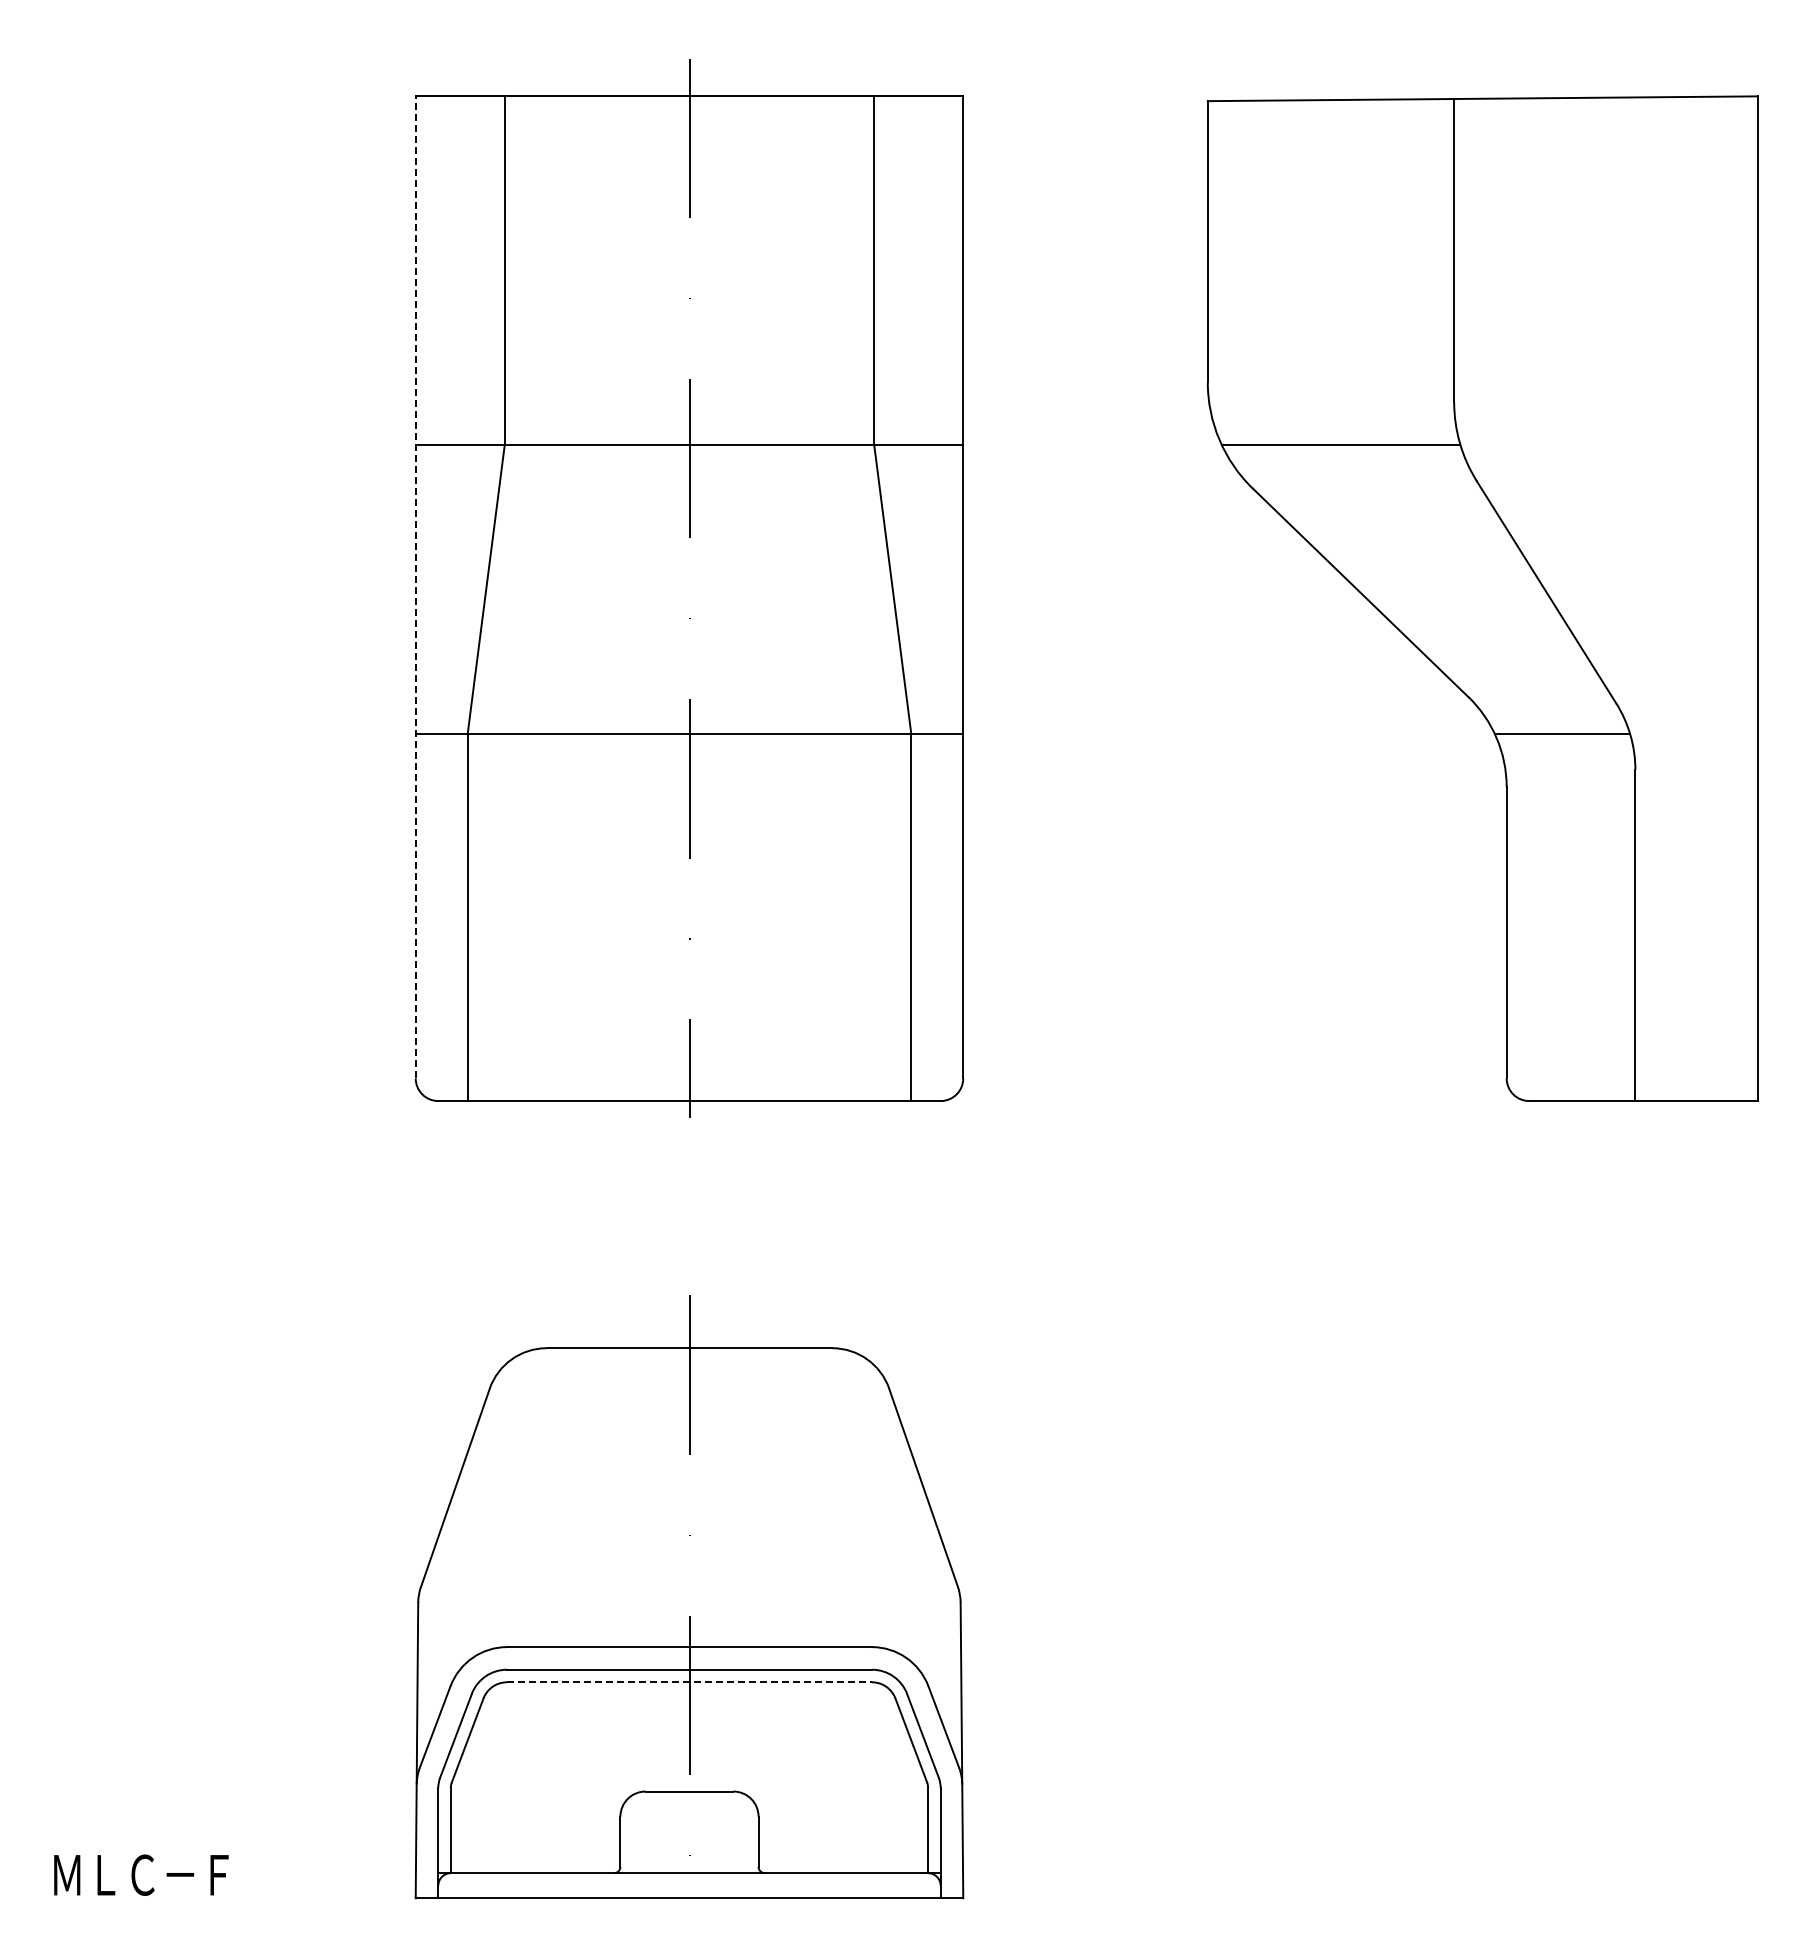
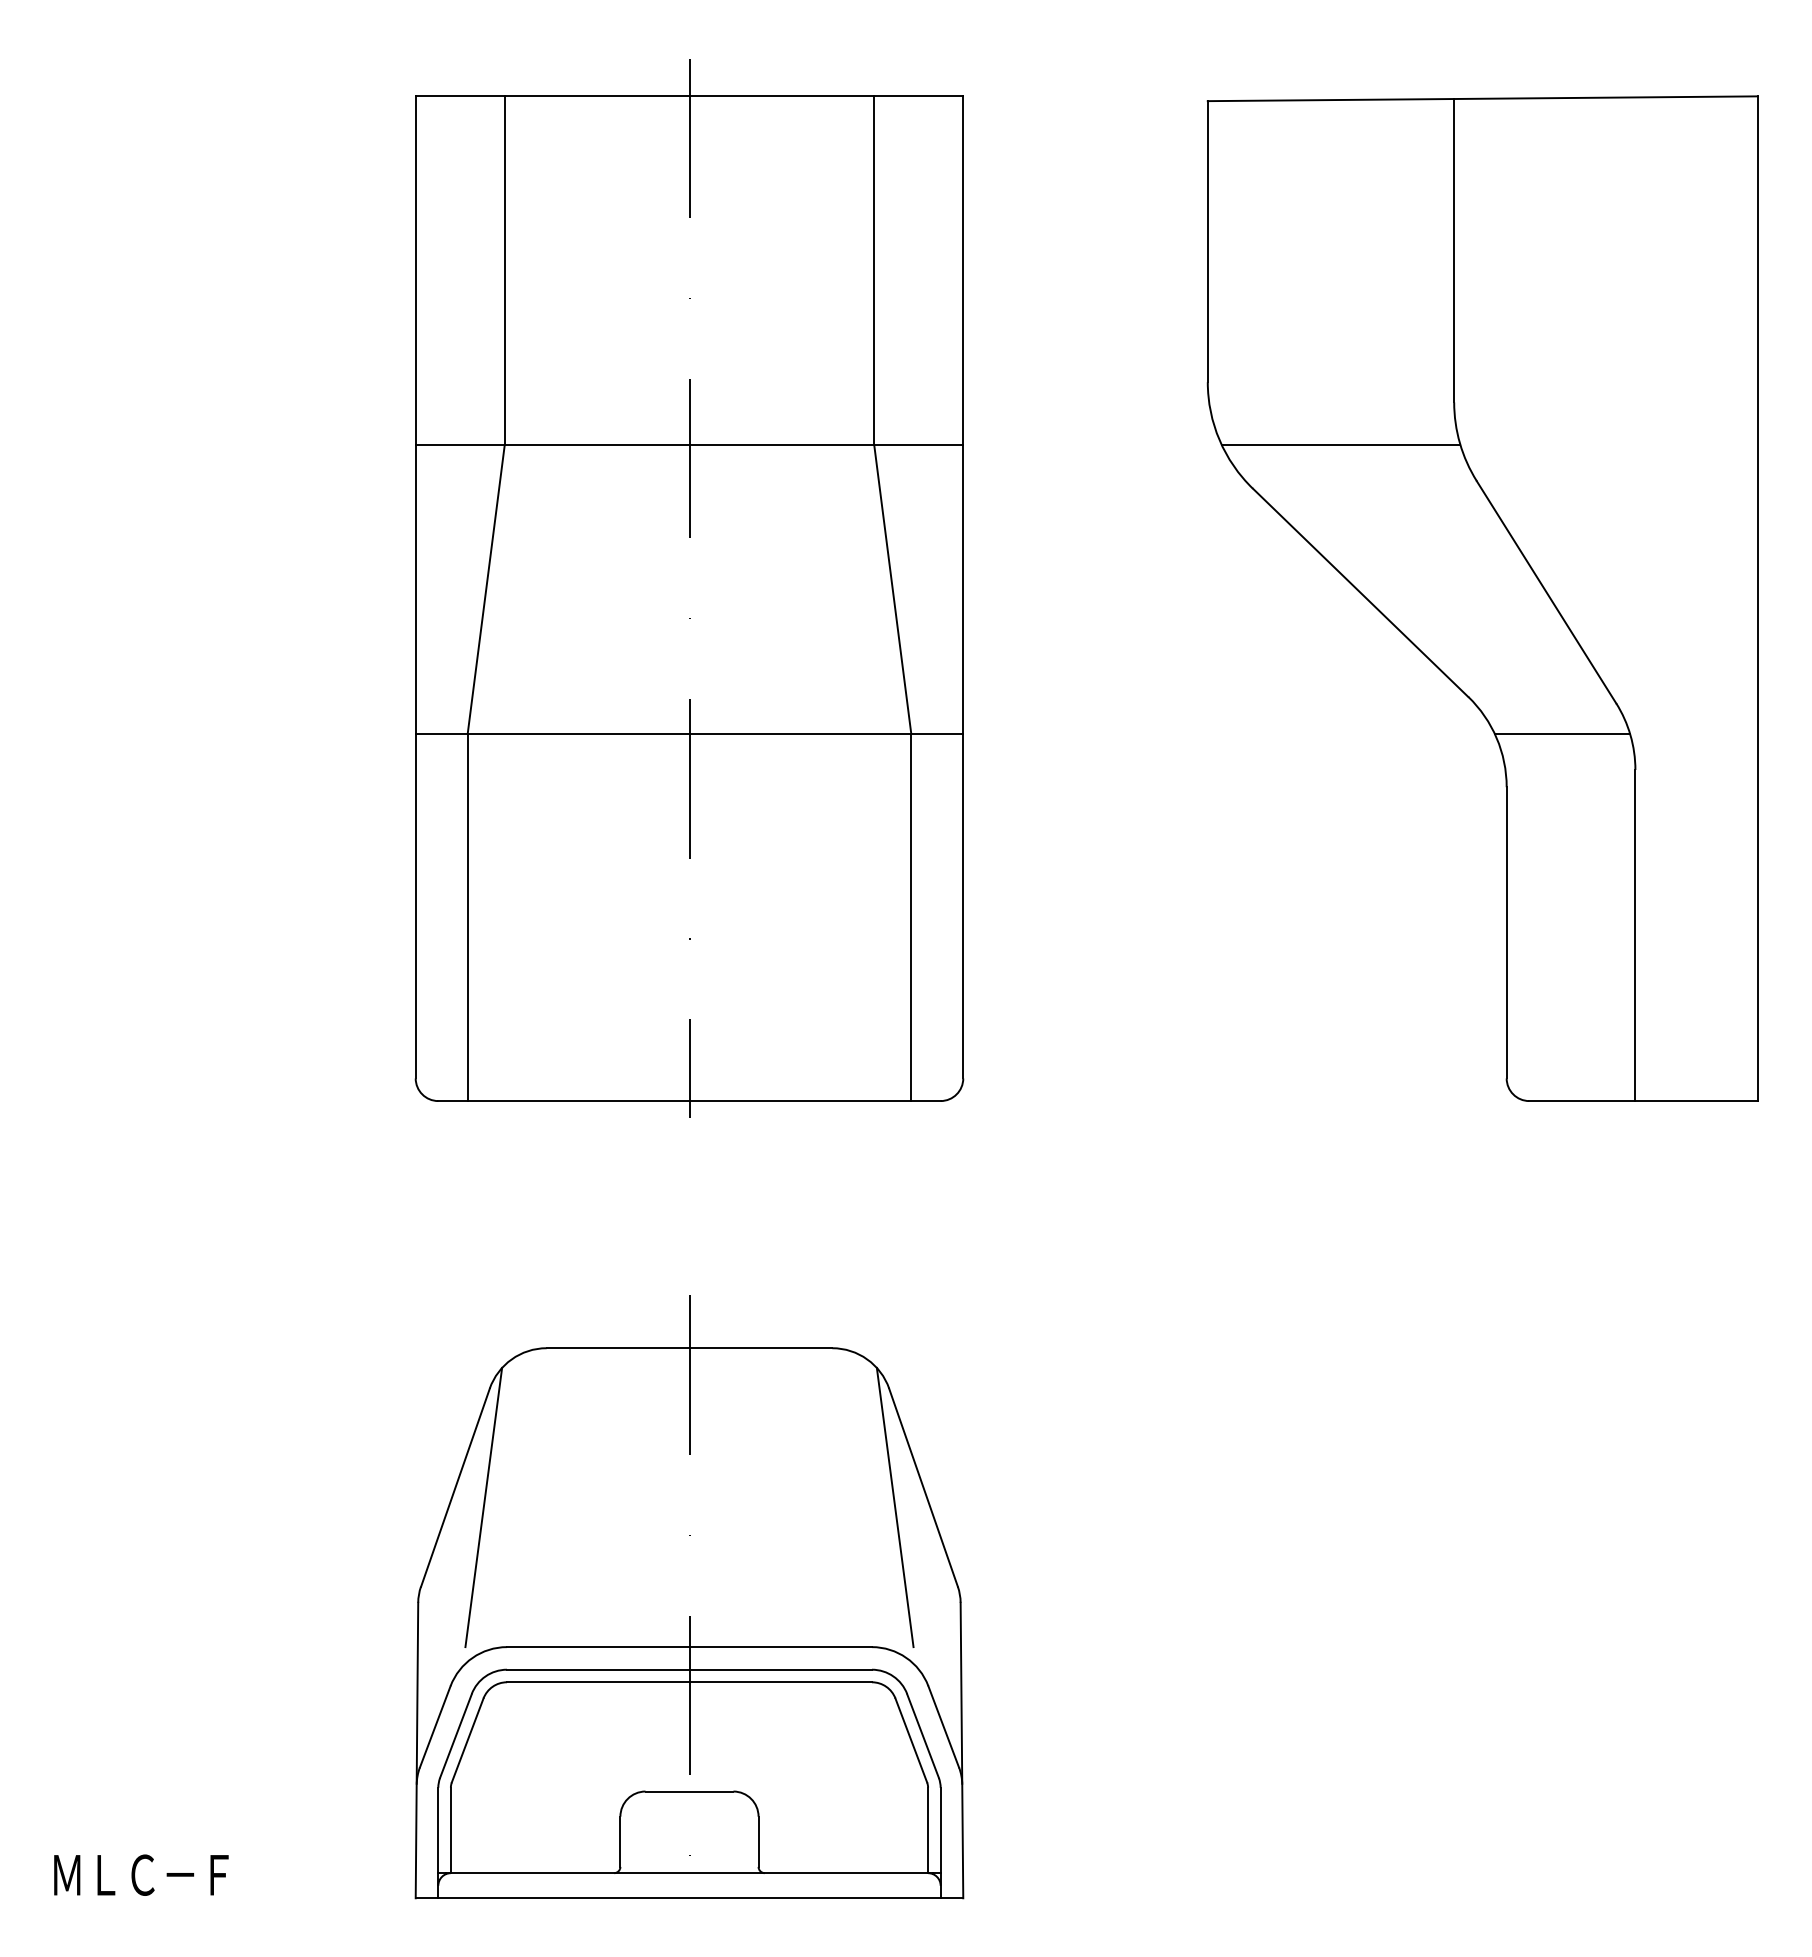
line at (415, 586): dashed -> solid
line at (483, 1507): none -> present
line at (894, 1507): none -> present
line at (689, 1682): dashed -> solid
